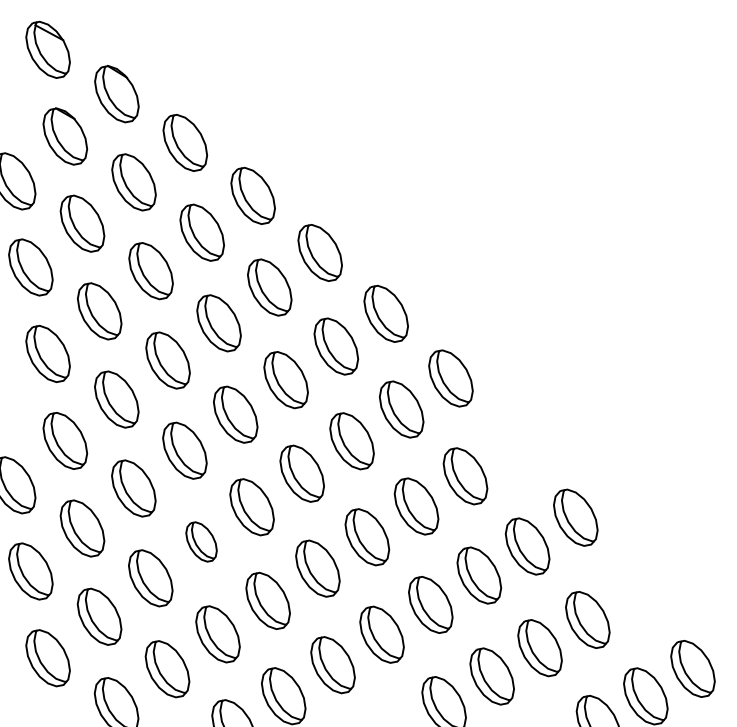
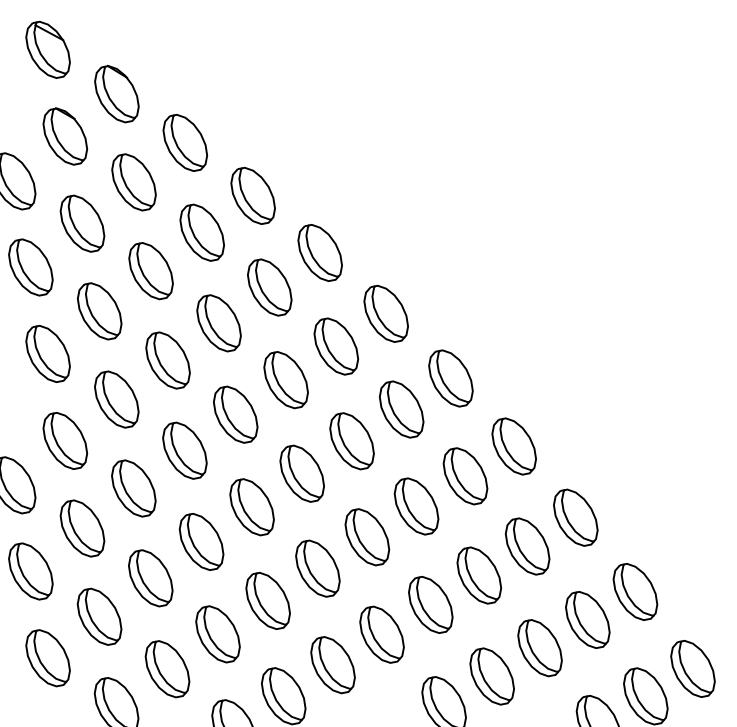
part at (513, 446): none -> present
part at (201, 541) size: 33x42 px -> 47x58 px
part at (635, 591): none -> present
